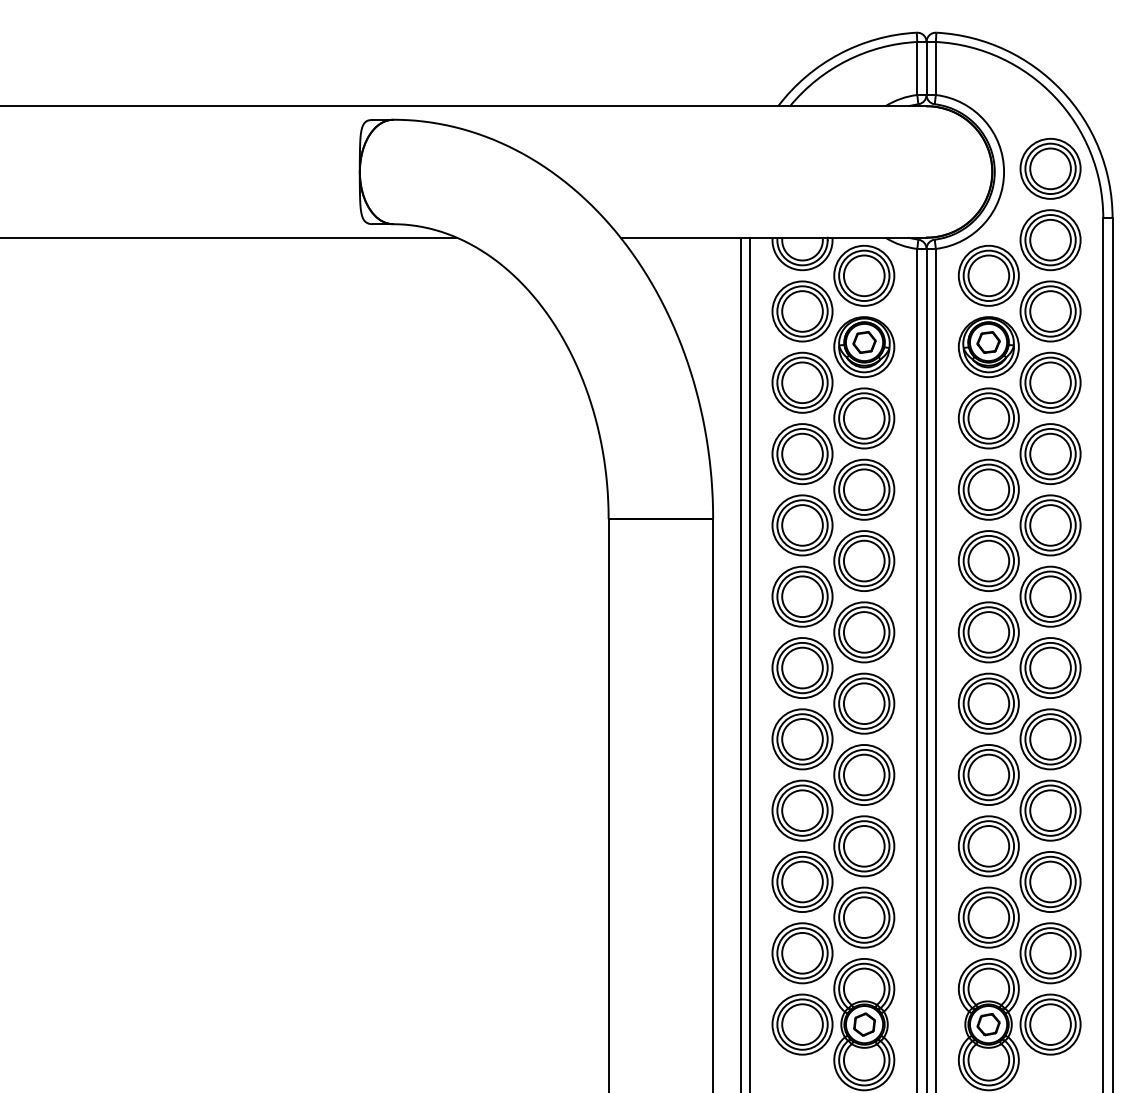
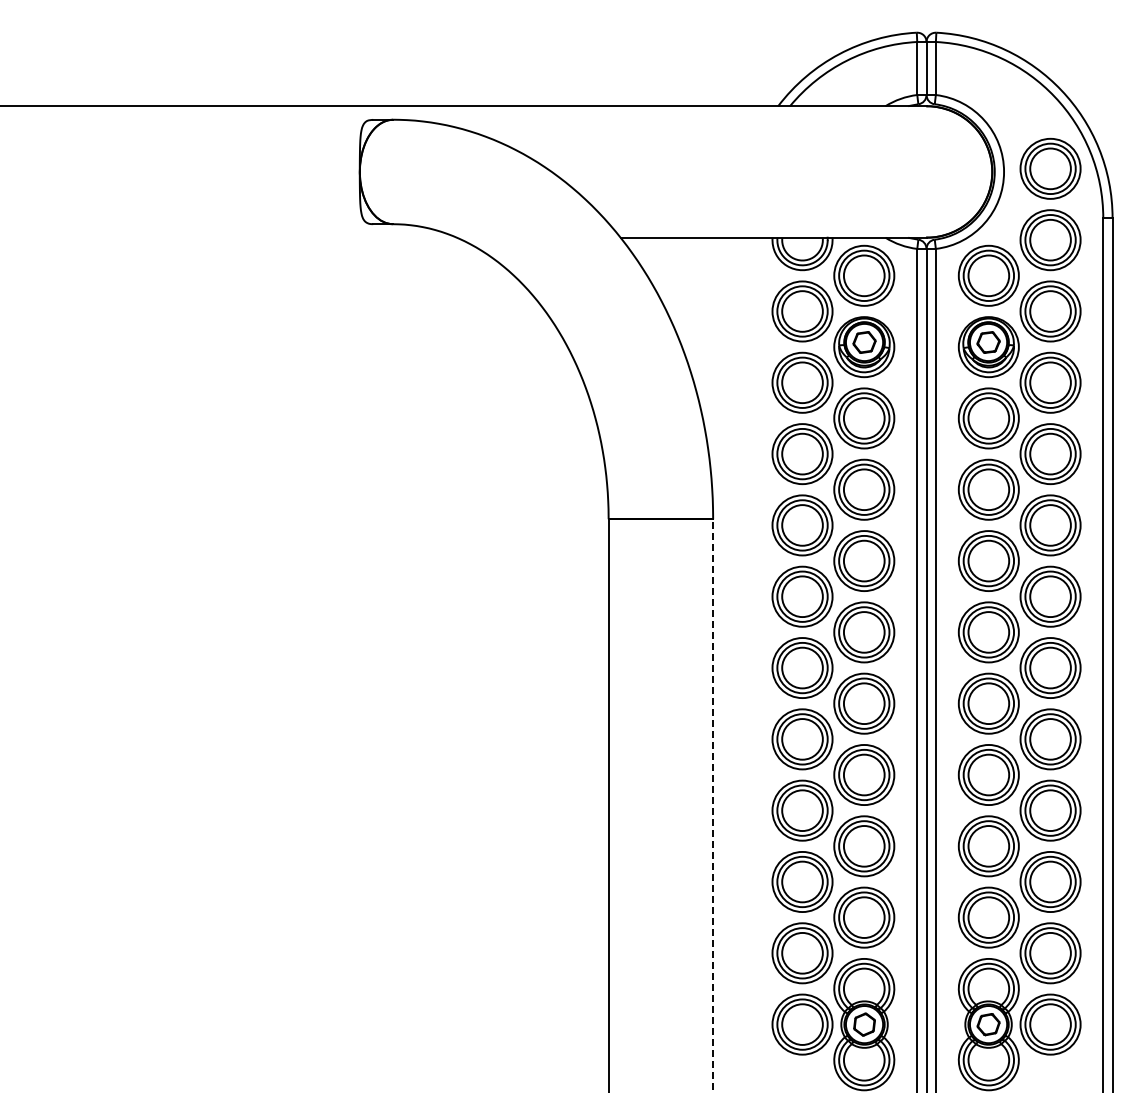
line at (229, 237): present -> none
line at (740, 663): present -> none
line at (749, 663): present -> none
line at (713, 805): solid -> dashed
